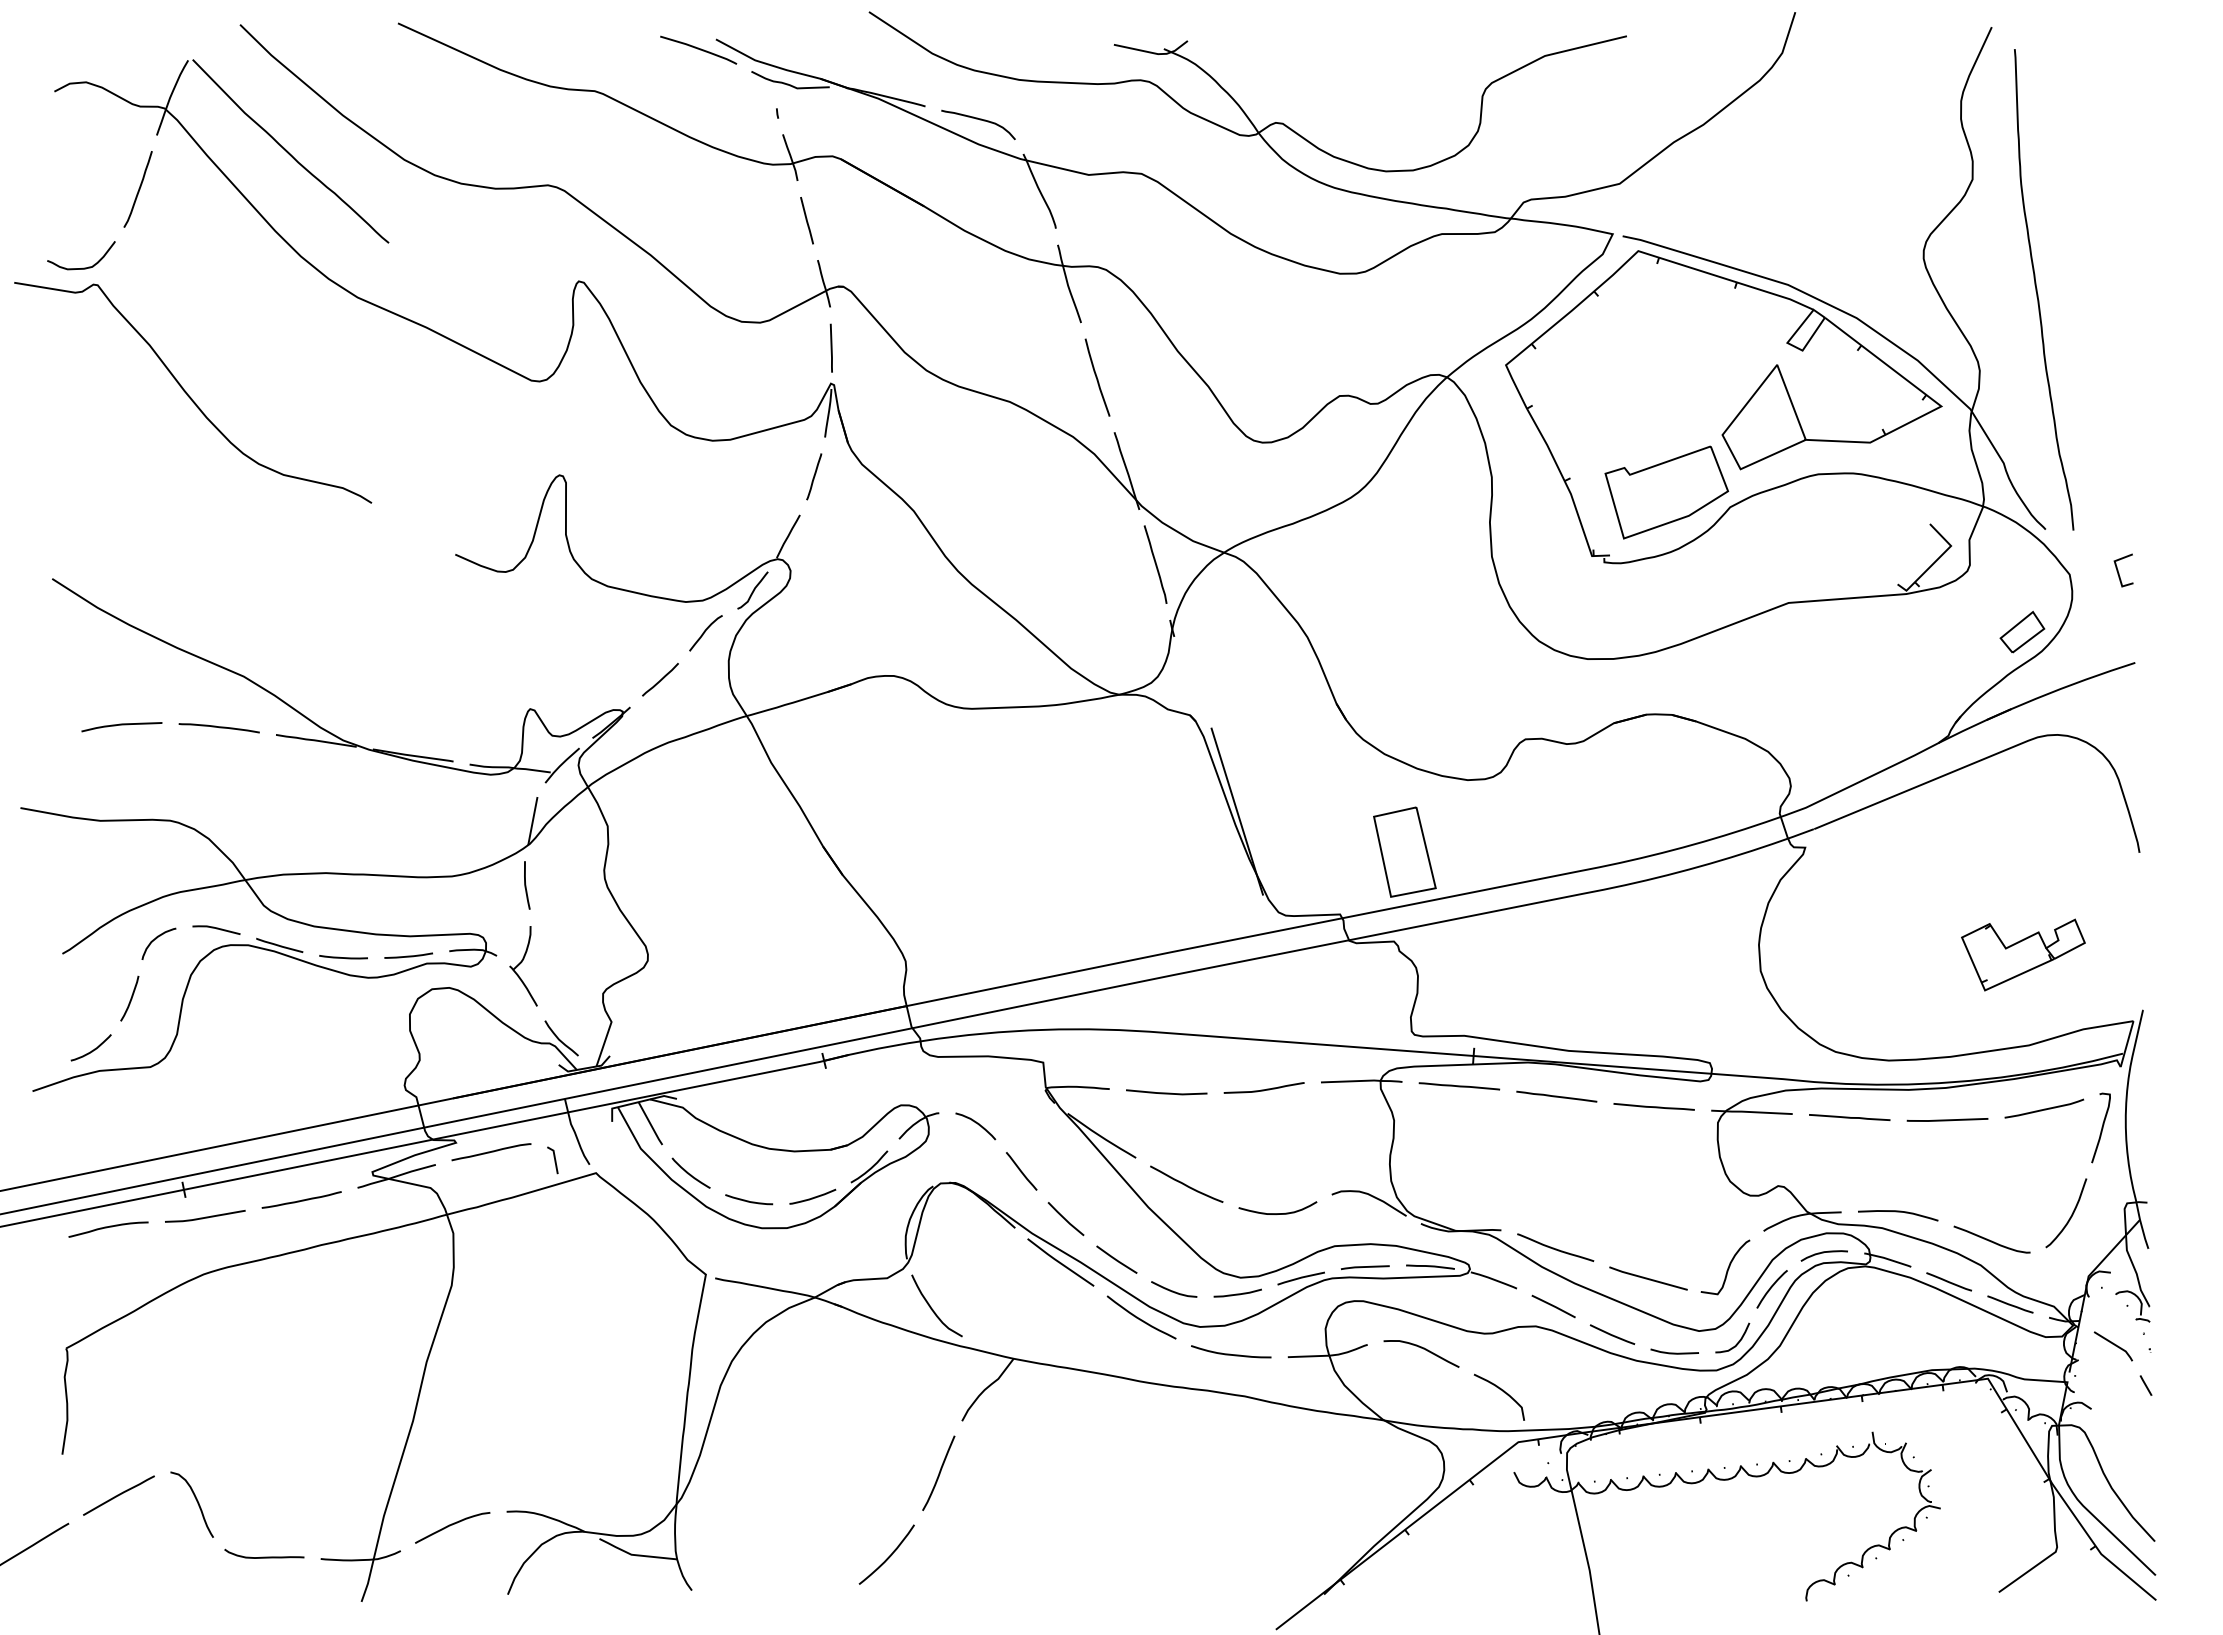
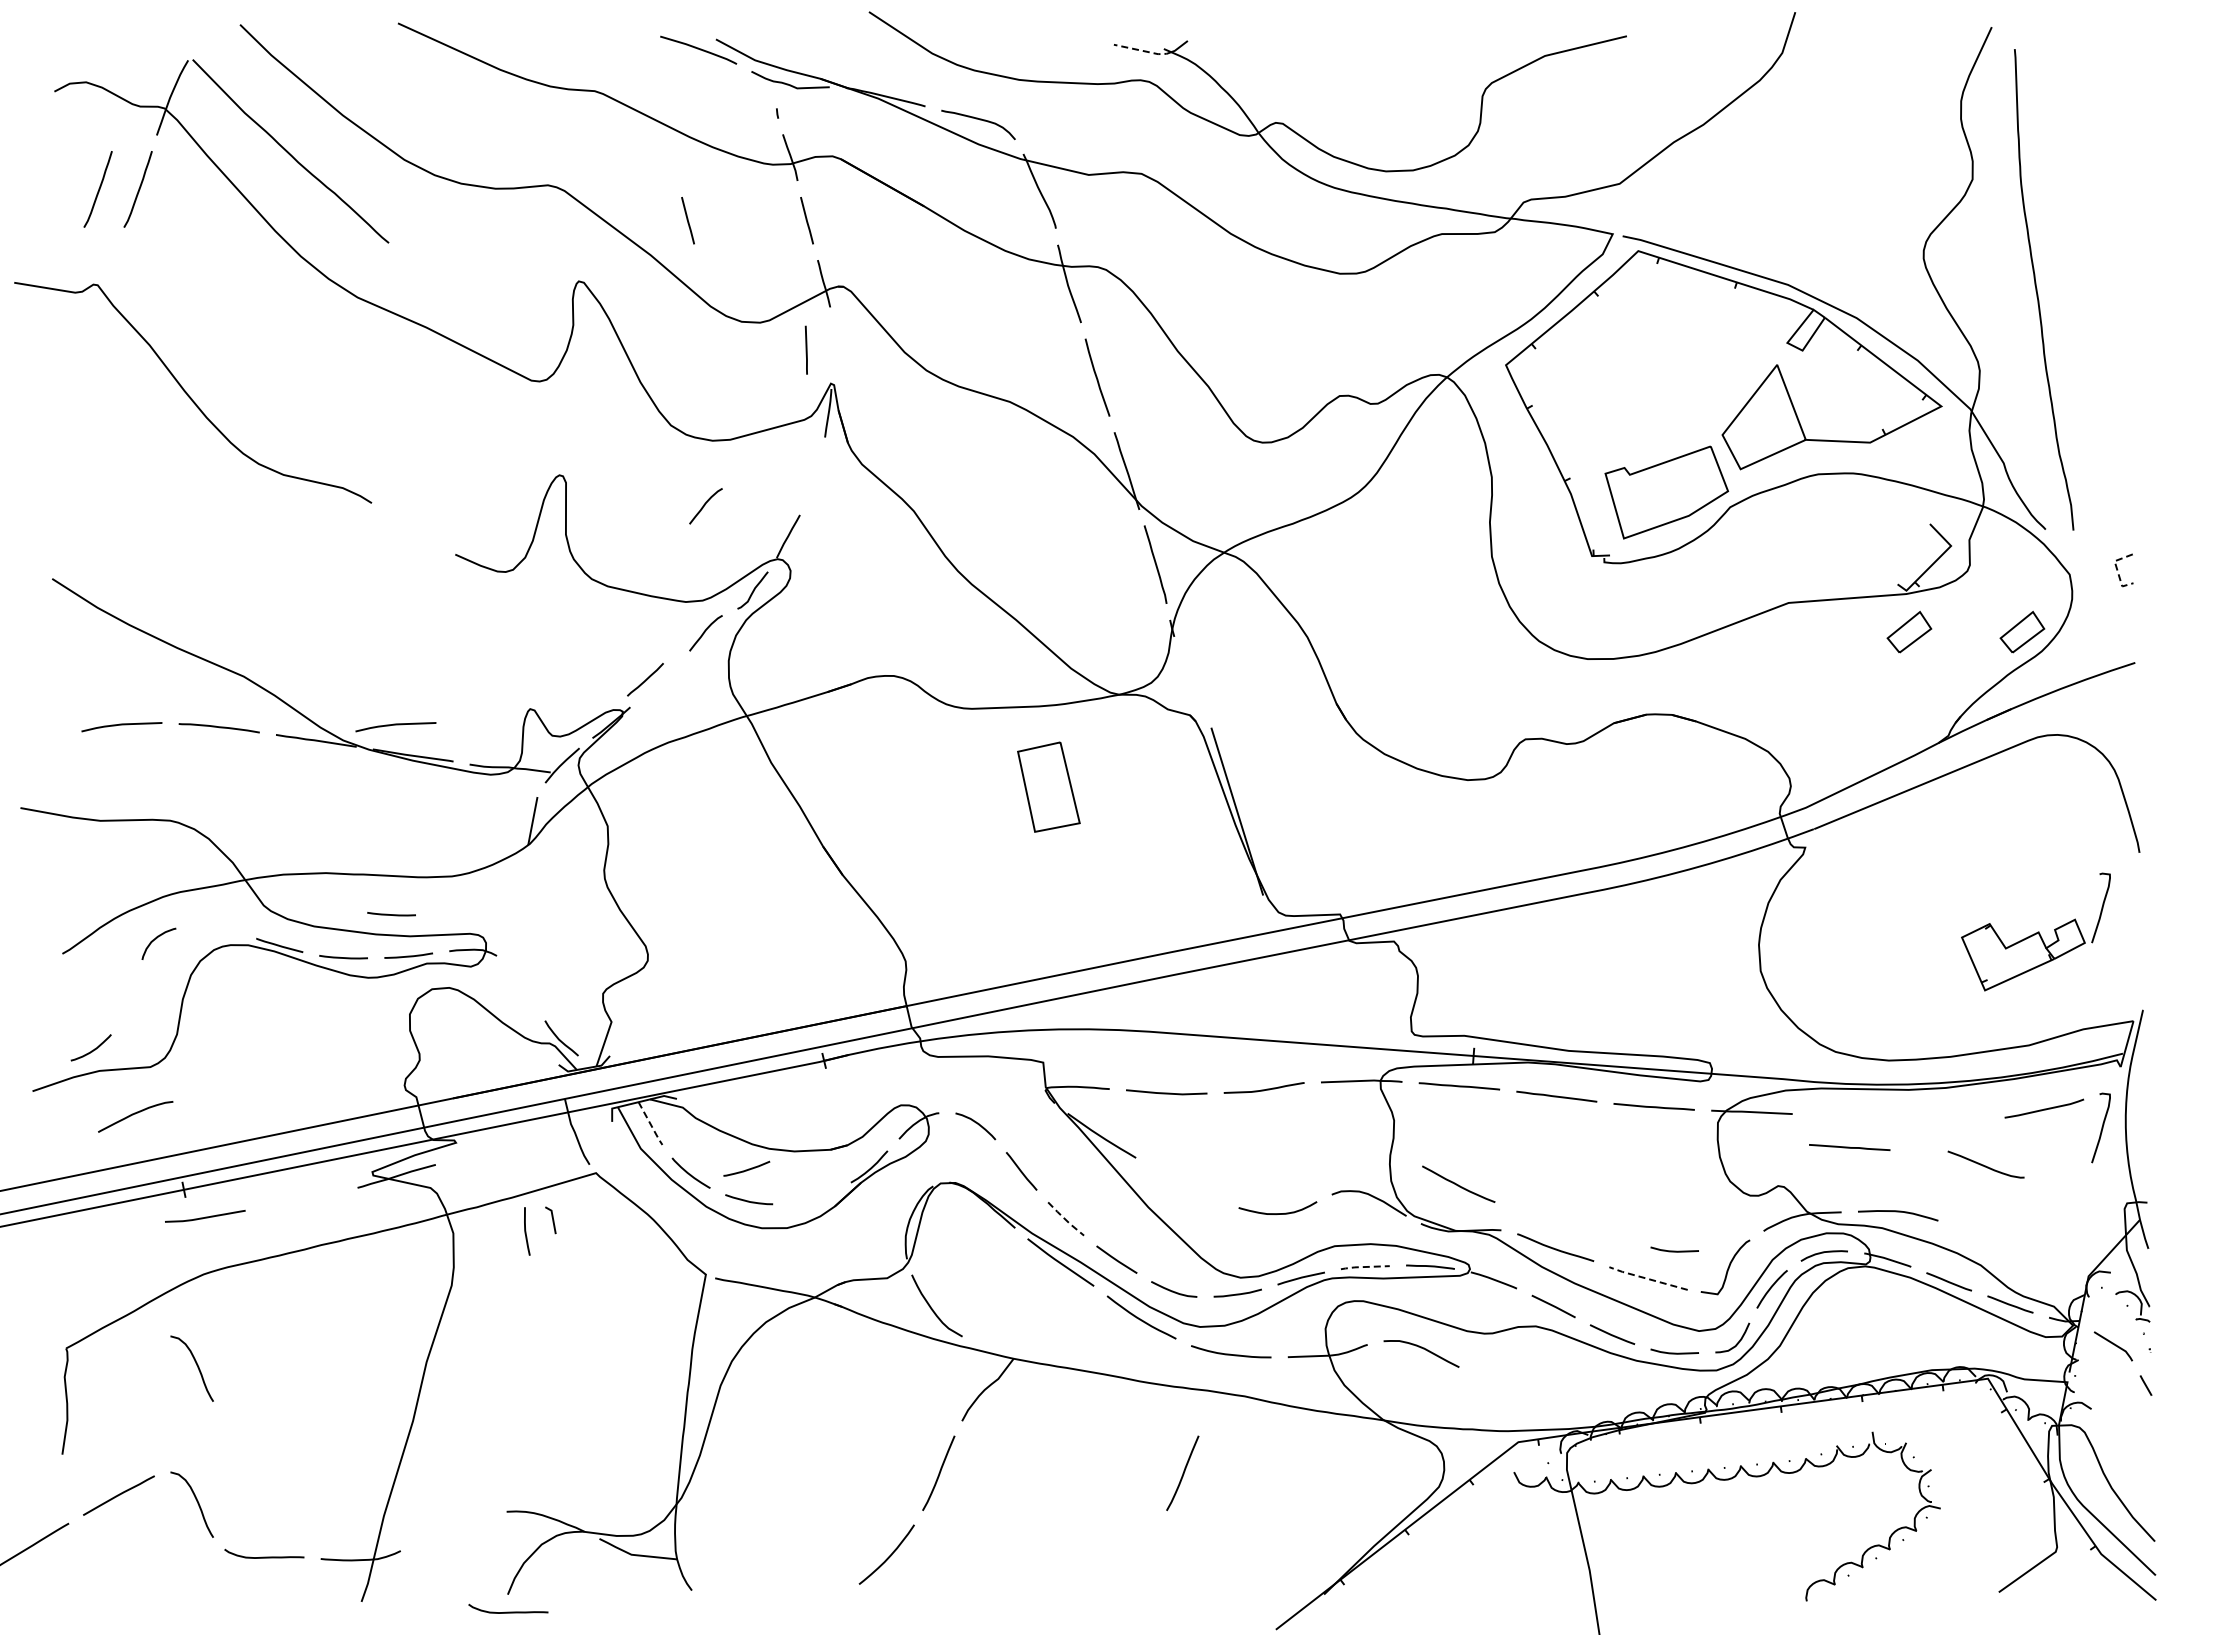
line at (1143, 51): solid -> dashed
curve at (98, 189): none -> present
line at (687, 220): none -> present
curve at (82, 267): present -> none
line at (830, 347) position: (830, 347) -> (805, 349)
line at (814, 476): present -> none
curve at (705, 505): none -> present
line at (2117, 570): solid -> dashed
part at (1909, 631): none -> present
line at (660, 679) position: (660, 679) -> (645, 679)
curve at (395, 725): none -> present
part at (1404, 851) position: (1404, 851) -> (1048, 786)
line at (526, 885) position: (526, 885) -> (526, 1231)
curve at (2101, 907): none -> present
line at (391, 914): none -> present
curve at (216, 929): present -> none
part at (523, 966): present -> none
curve at (130, 998): present -> none
line at (1849, 1117) position: (1849, 1117) -> (1849, 1147)
curve at (1947, 1119): present -> none
line at (650, 1124): solid -> dashed
curve at (491, 1152): present -> none
line at (554, 1160) position: (554, 1160) -> (552, 1220)
curve at (1186, 1184) position: (1186, 1184) -> (1458, 1184)
curve at (812, 1197) position: (812, 1197) -> (746, 1169)
line at (301, 1199): present -> none
curve at (2070, 1216): present -> none
line at (1065, 1219): solid -> dashed
curve at (107, 1228): present -> none
curve at (1991, 1240) position: (1991, 1240) -> (1985, 1165)
curve at (1674, 1250): none -> present
line at (1363, 1267): solid -> dashed
line at (1646, 1278): solid -> dashed
curve at (196, 1365): none -> present
curve at (1500, 1390): present -> none
curve at (1183, 1472): none -> present
curve at (452, 1525) position: (452, 1525) -> (135, 1114)
curve at (508, 1611): none -> present
